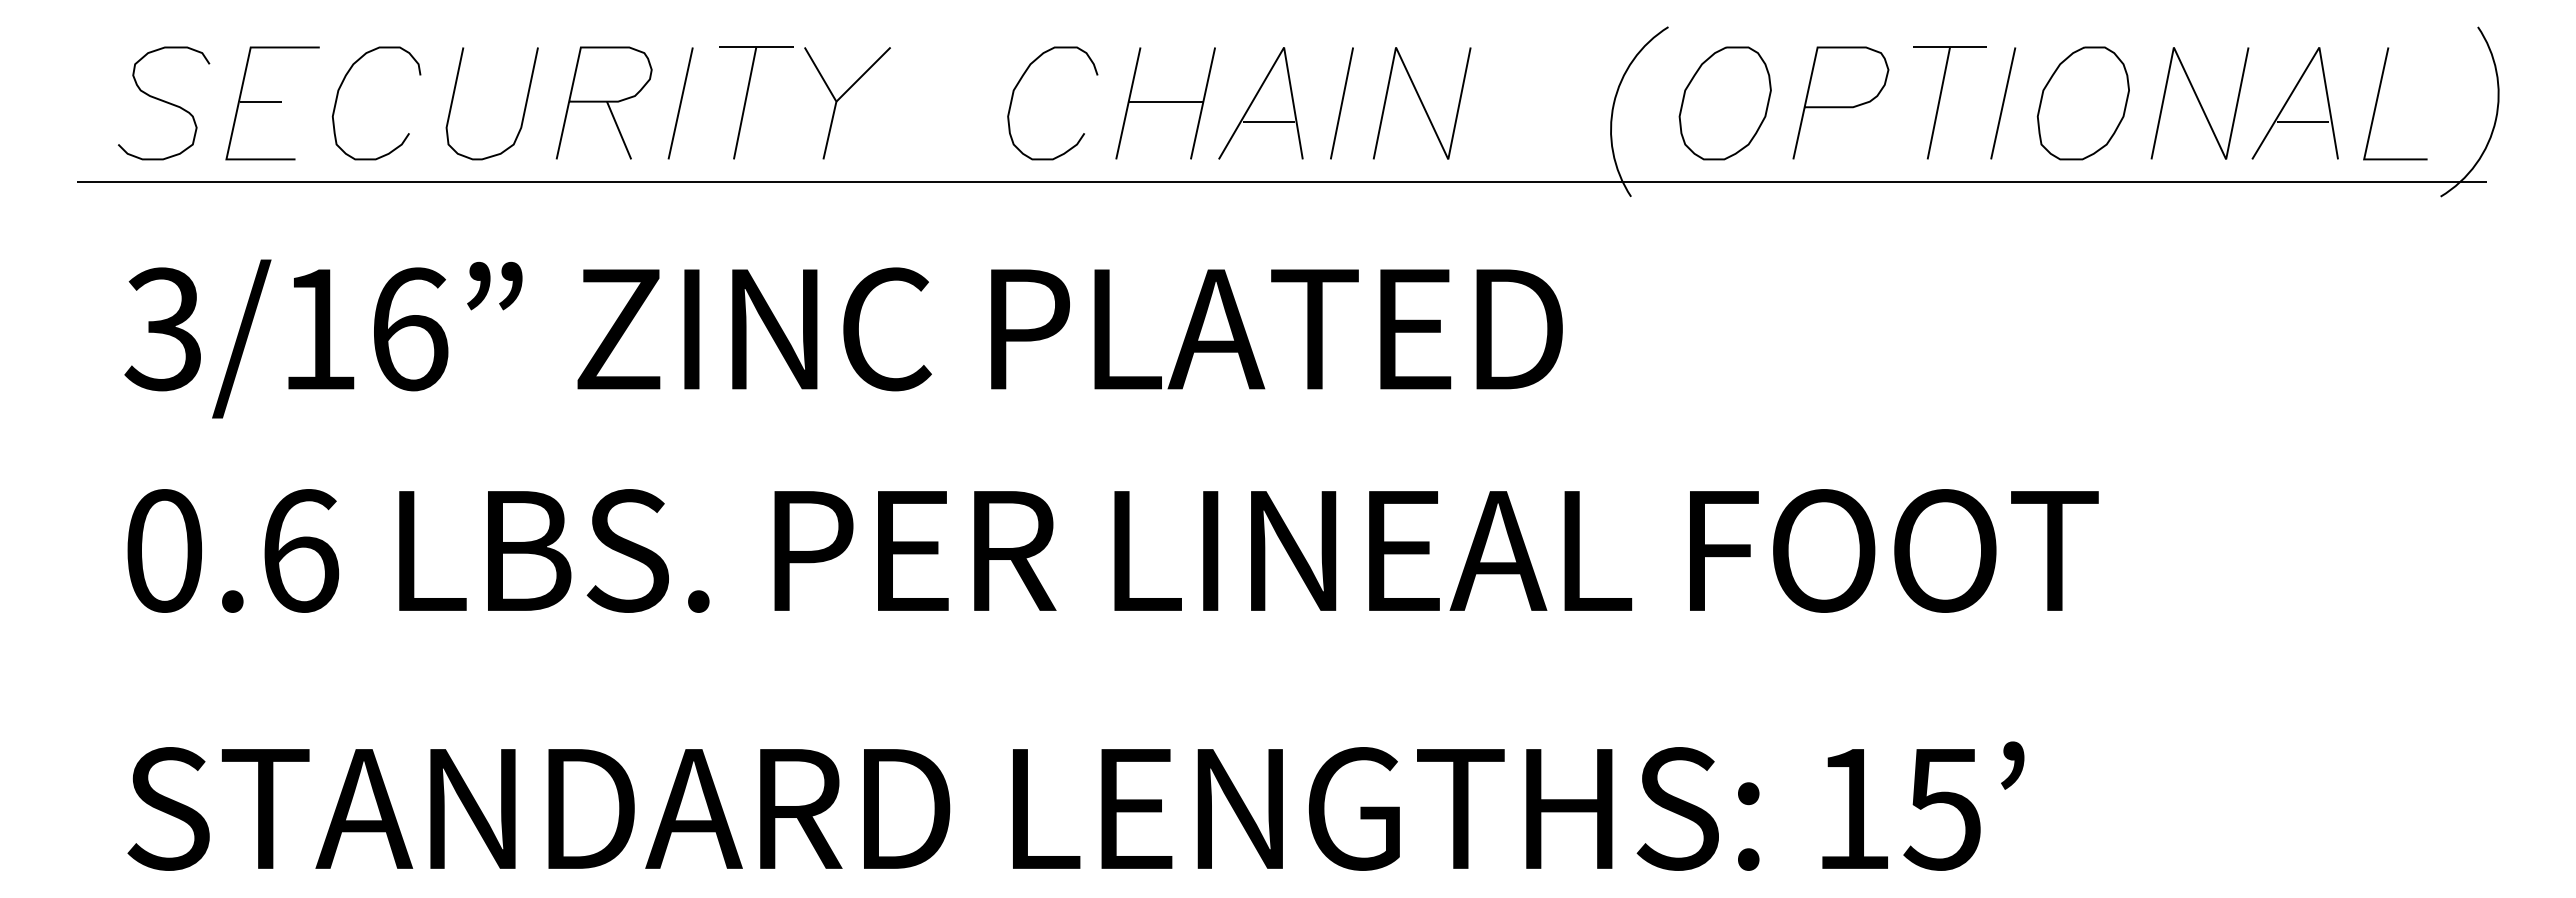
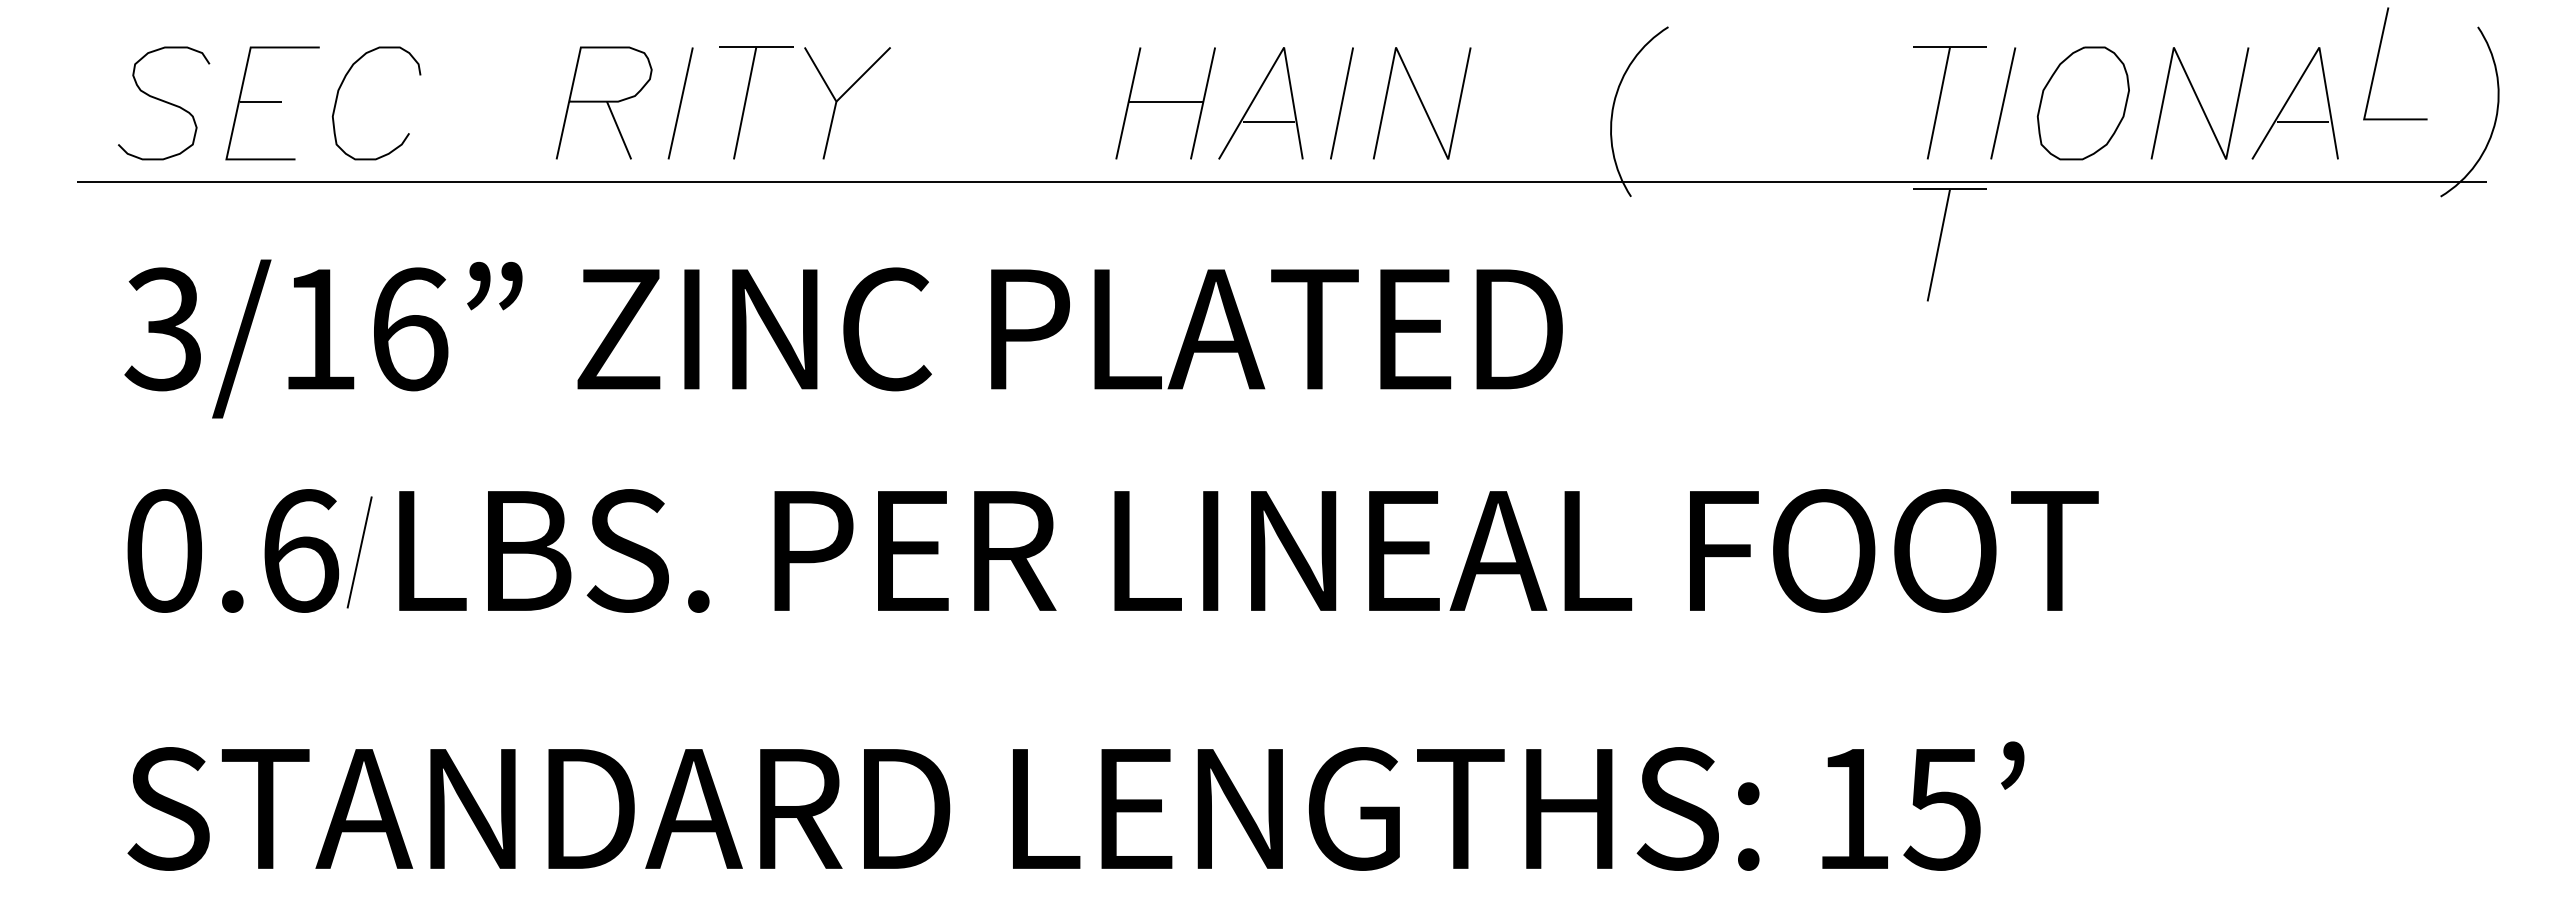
curve at (1019, 83): present -> none
line at (2378, 99) position: (2378, 99) -> (2378, 59)
part at (1724, 103): present -> none
curve at (1840, 106): present -> none
curve at (523, 111): present -> none
part at (1940, 243): none -> present
line at (359, 552): none -> present
